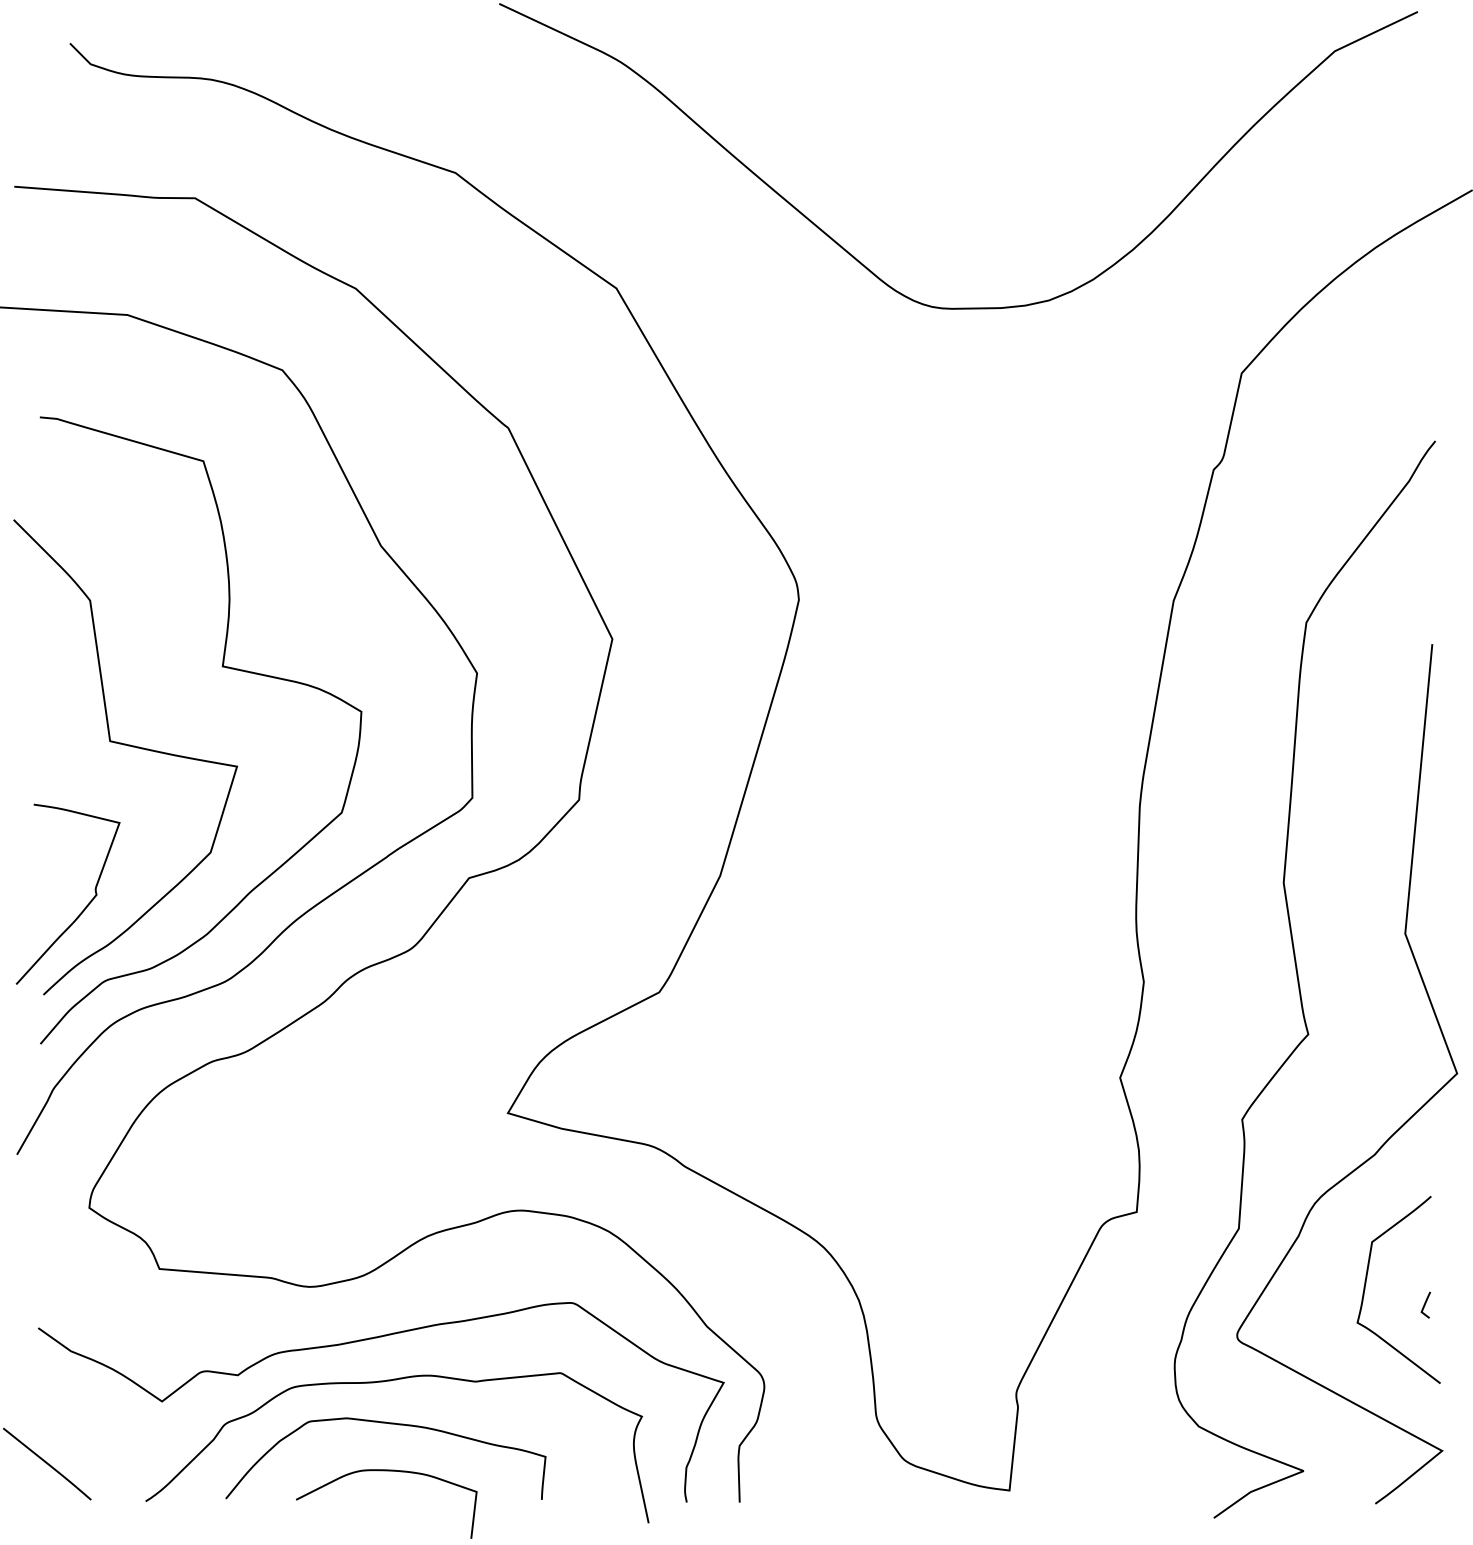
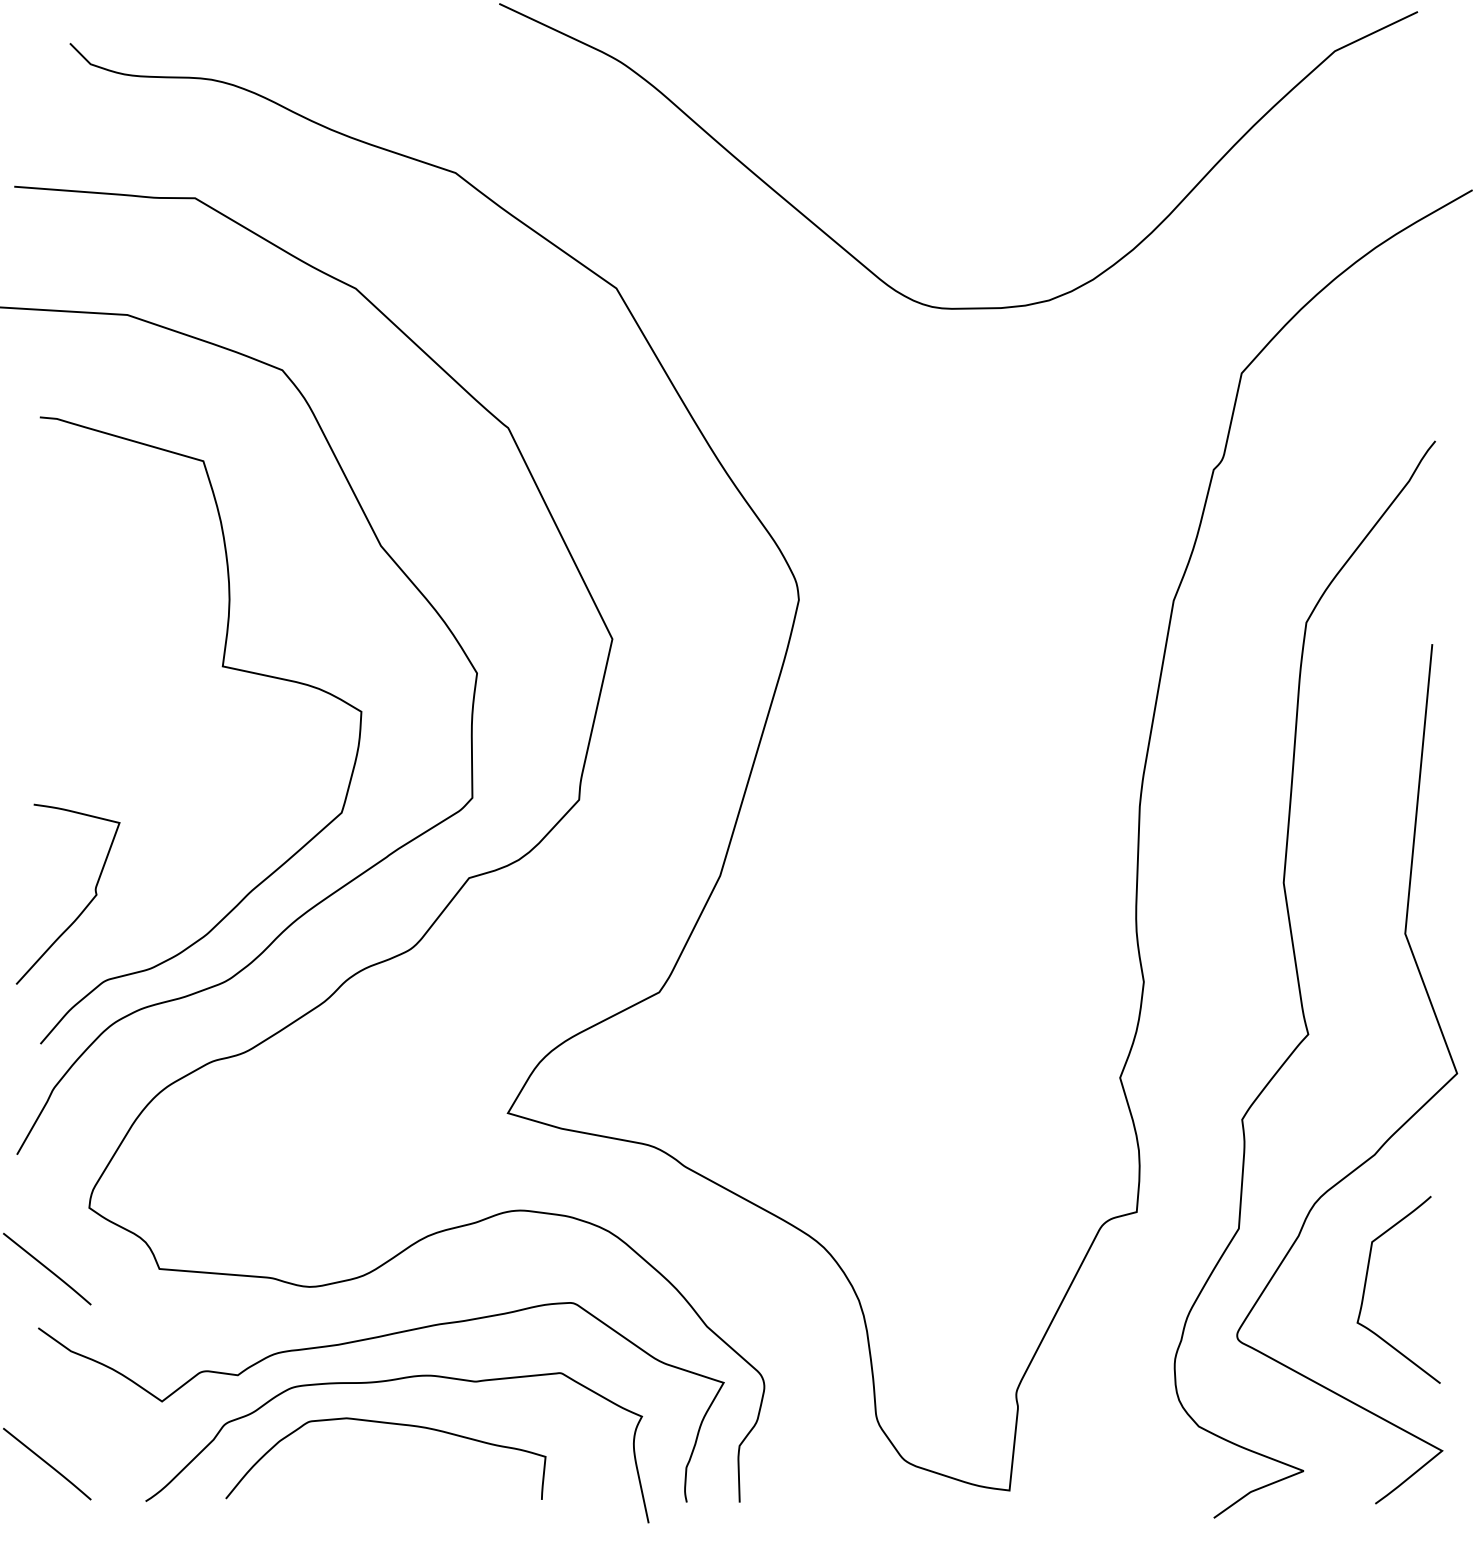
curve at (128, 746): present -> none
line at (47, 1268): none -> present
line at (1425, 1304): present -> none
curve at (386, 1471): present -> none
